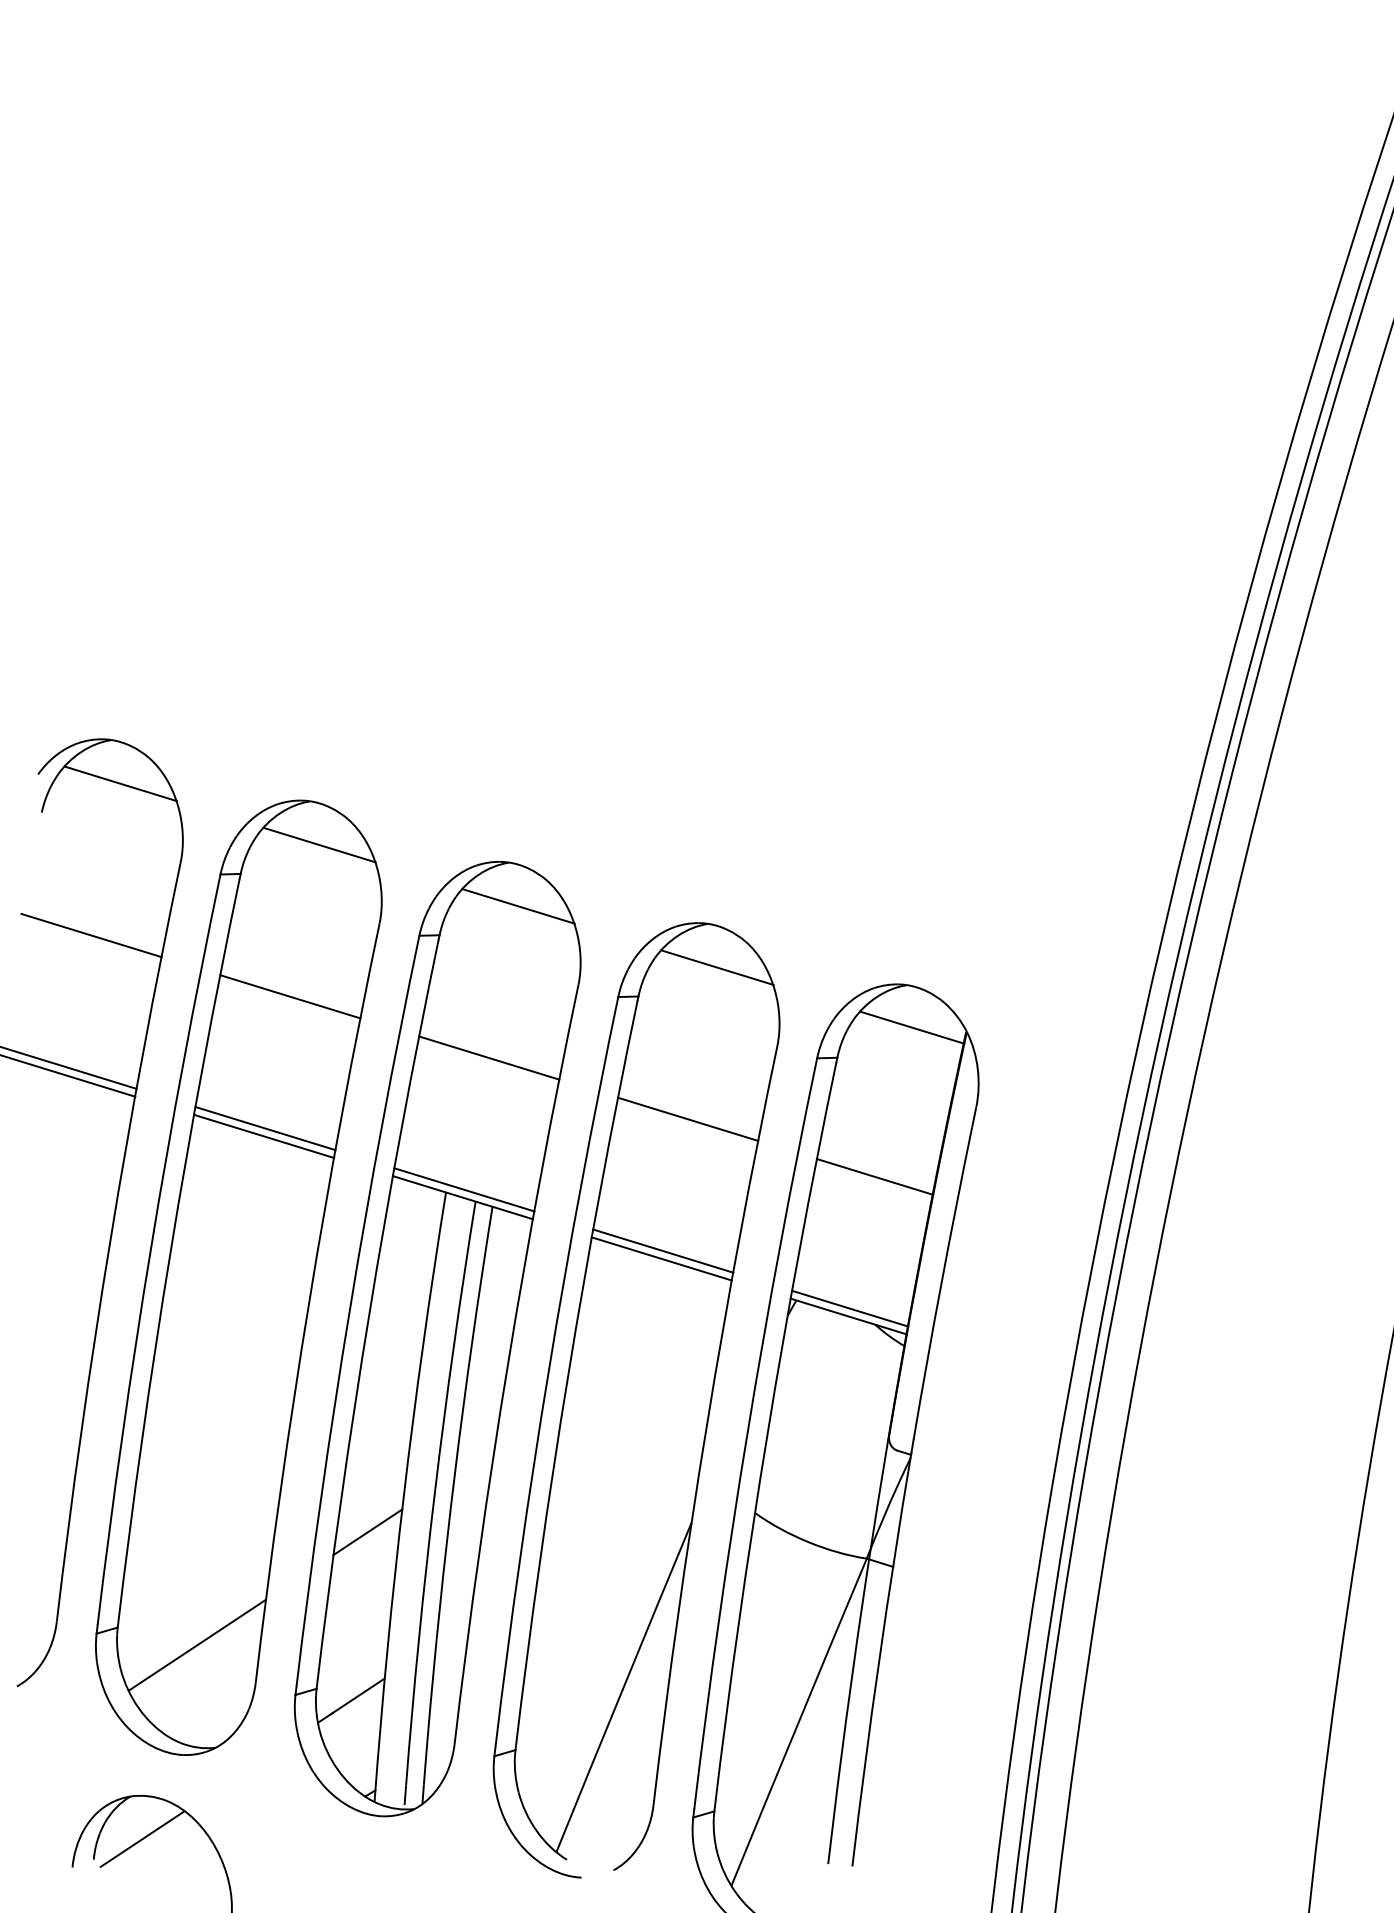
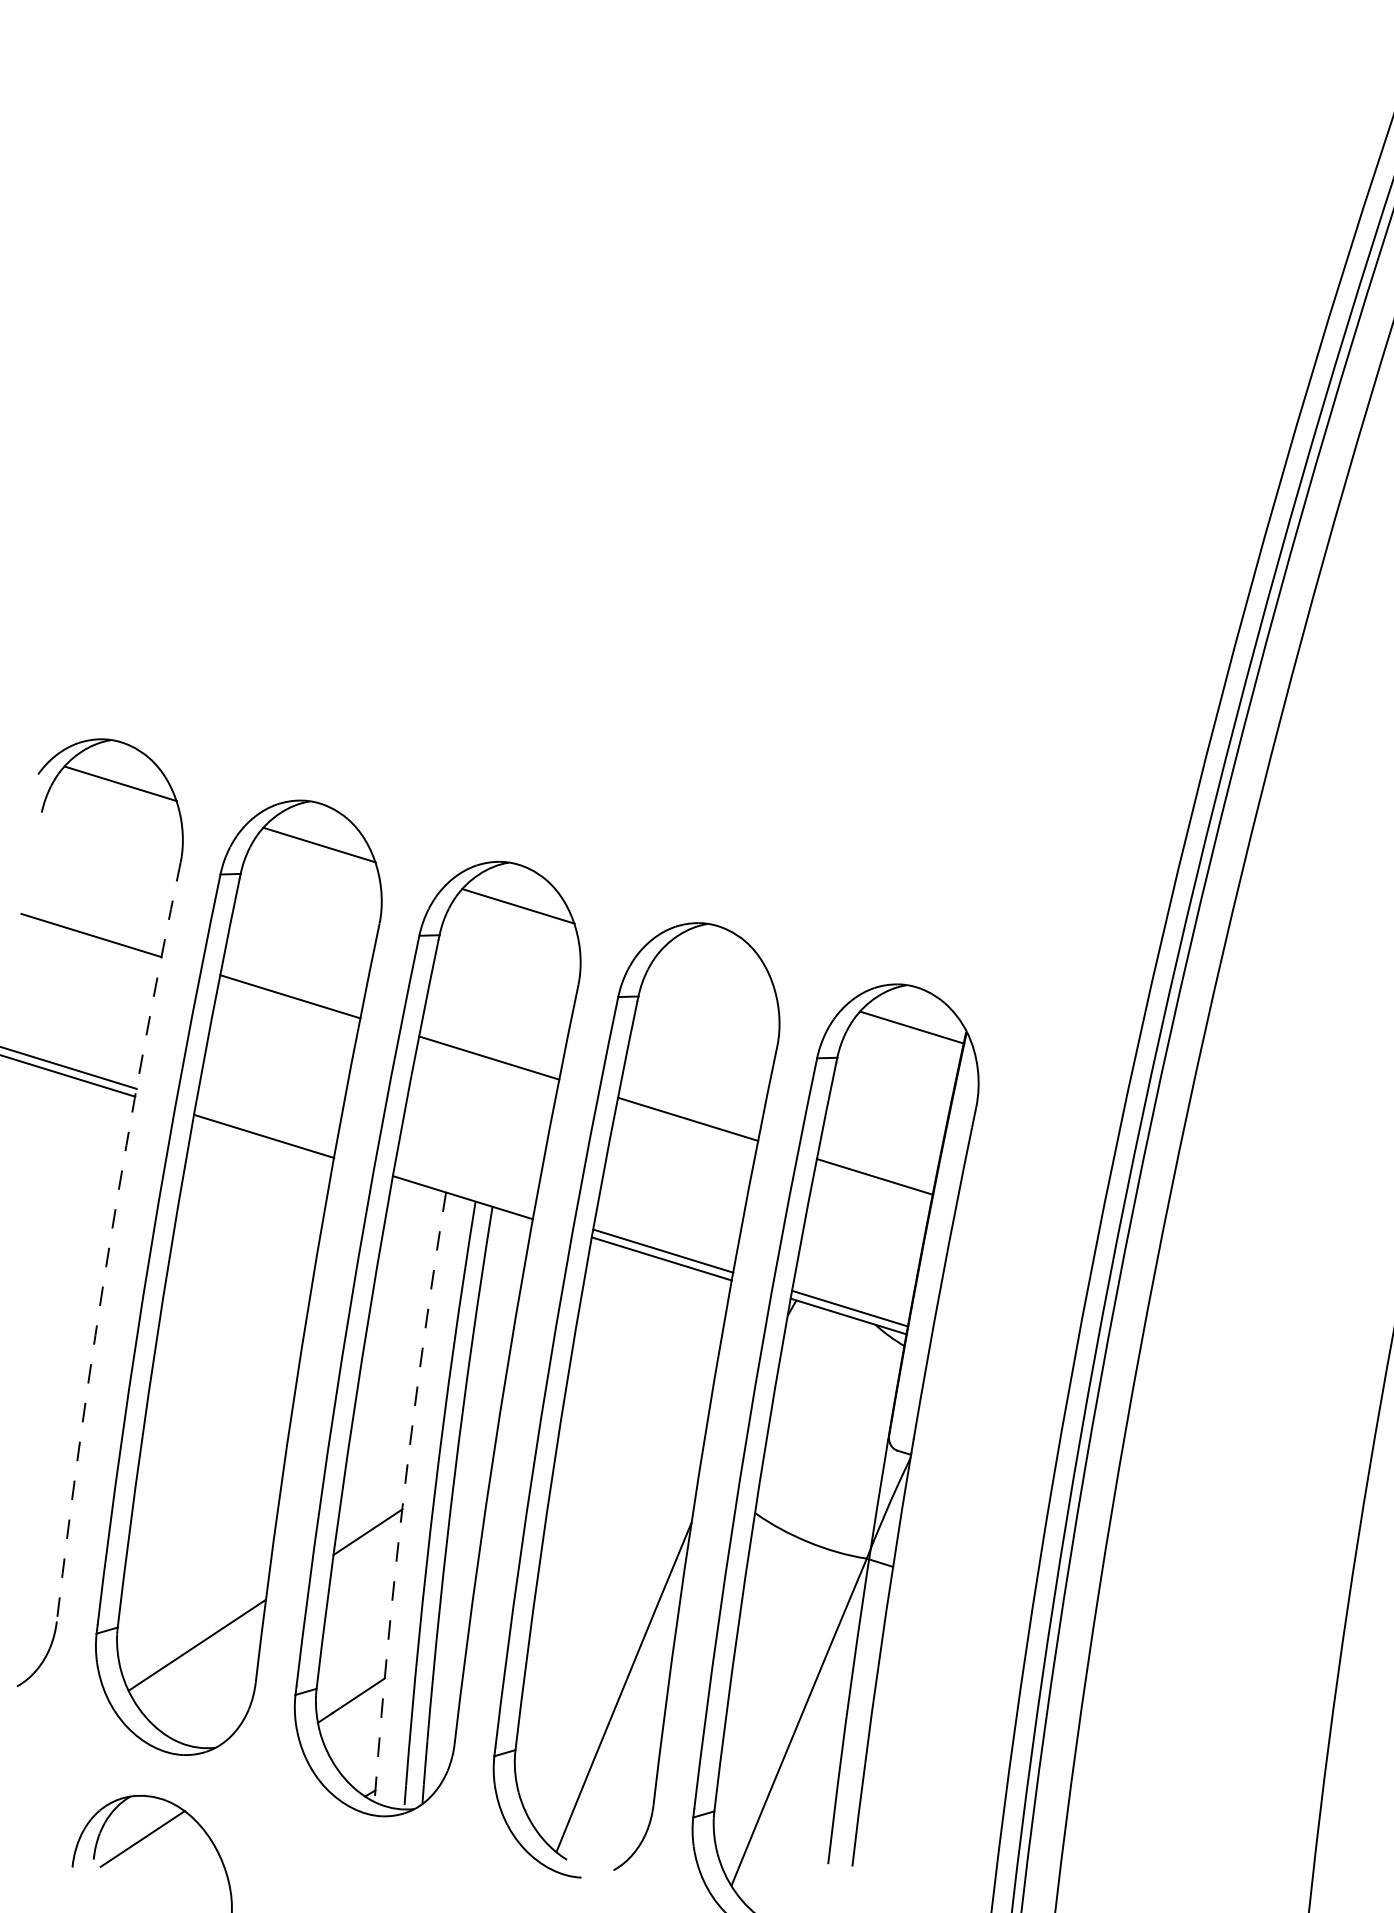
line at (717, 967): present -> none
line at (265, 1128): present -> none
line at (464, 1189): present -> none
arc at (110, 1240): solid -> dashed
arc at (403, 1496): solid -> dashed
